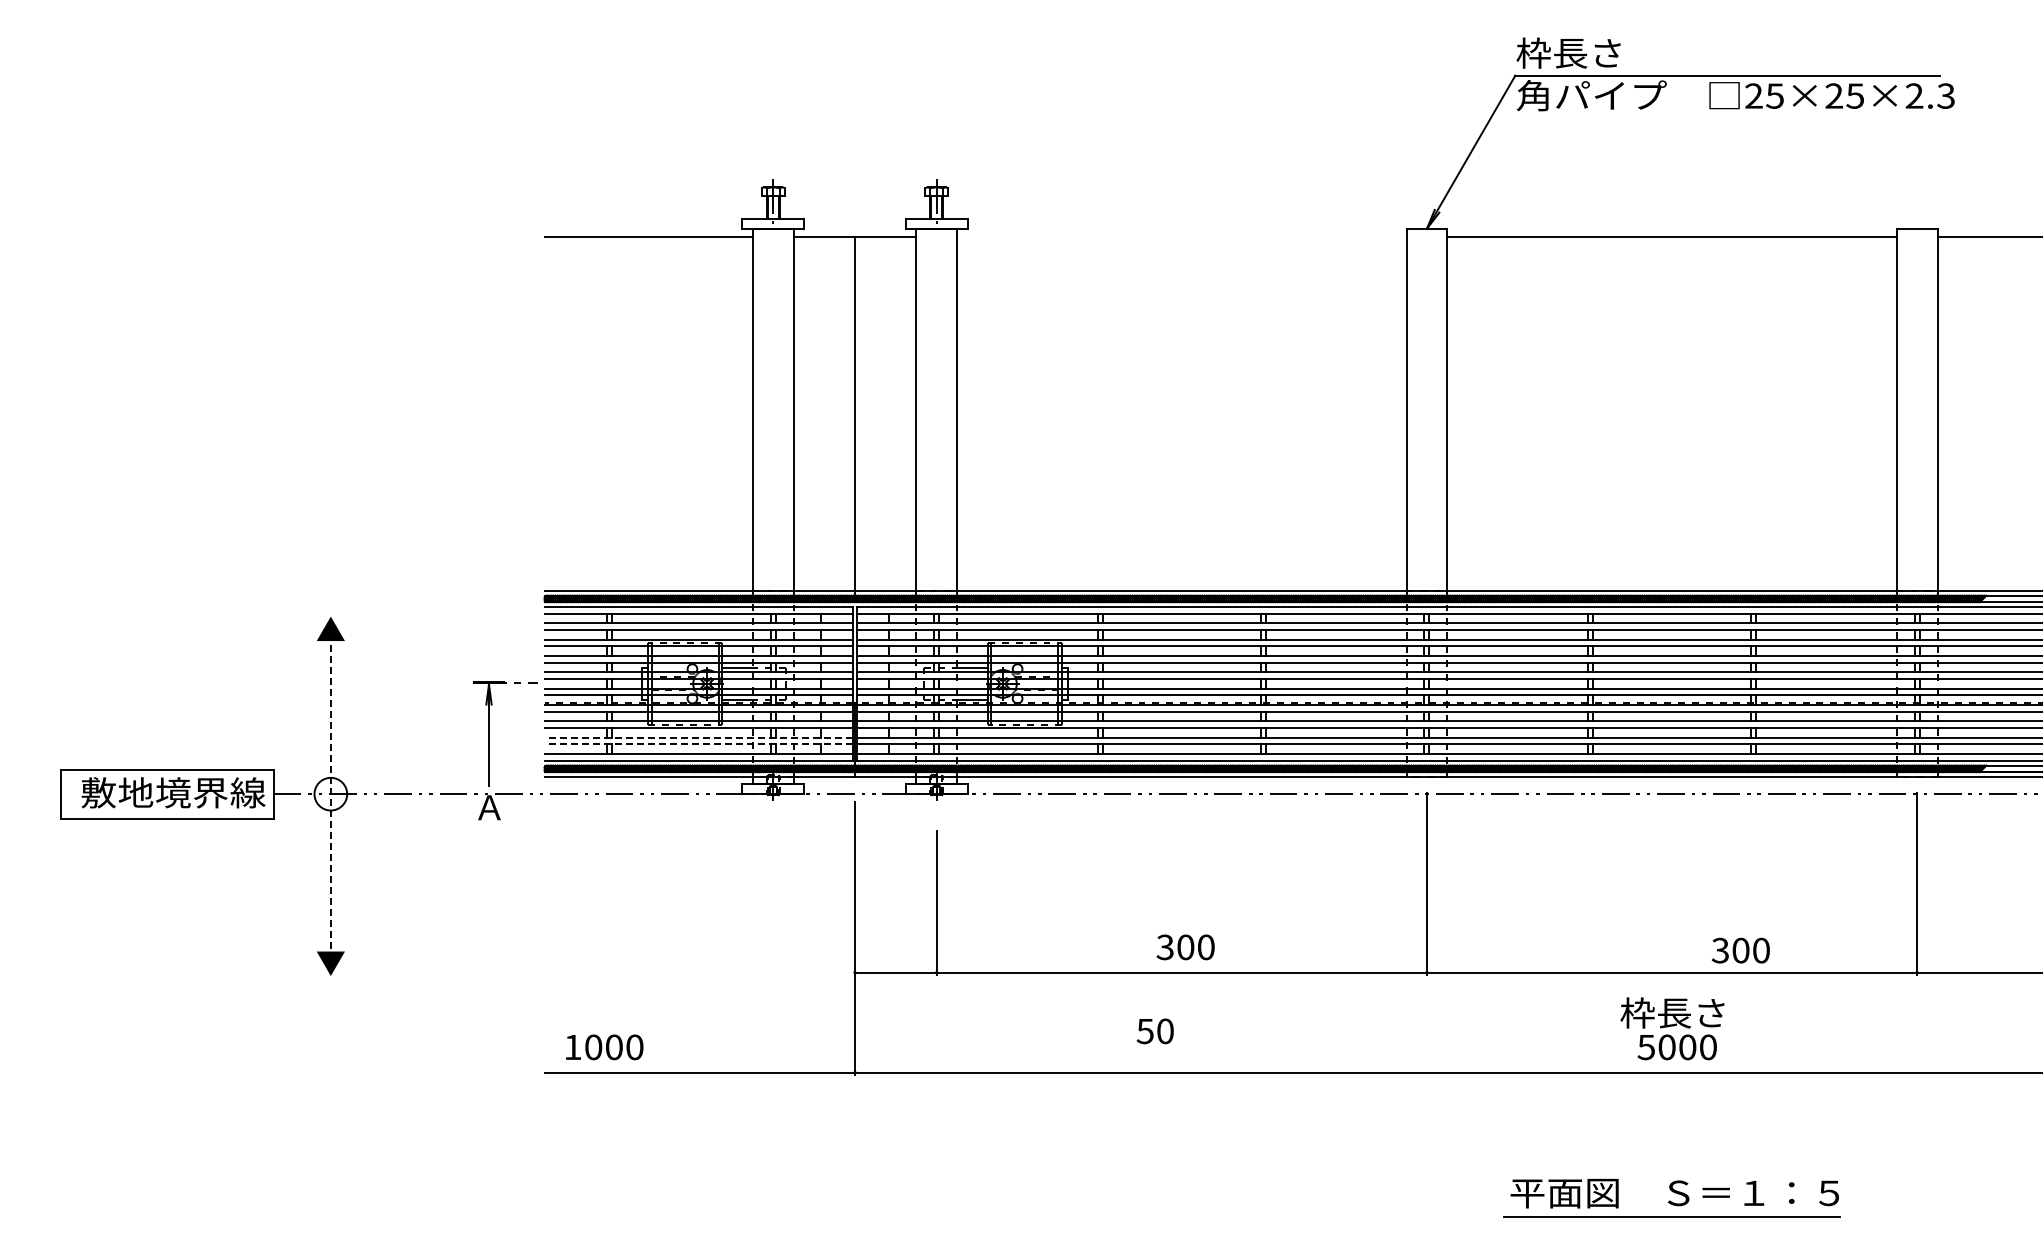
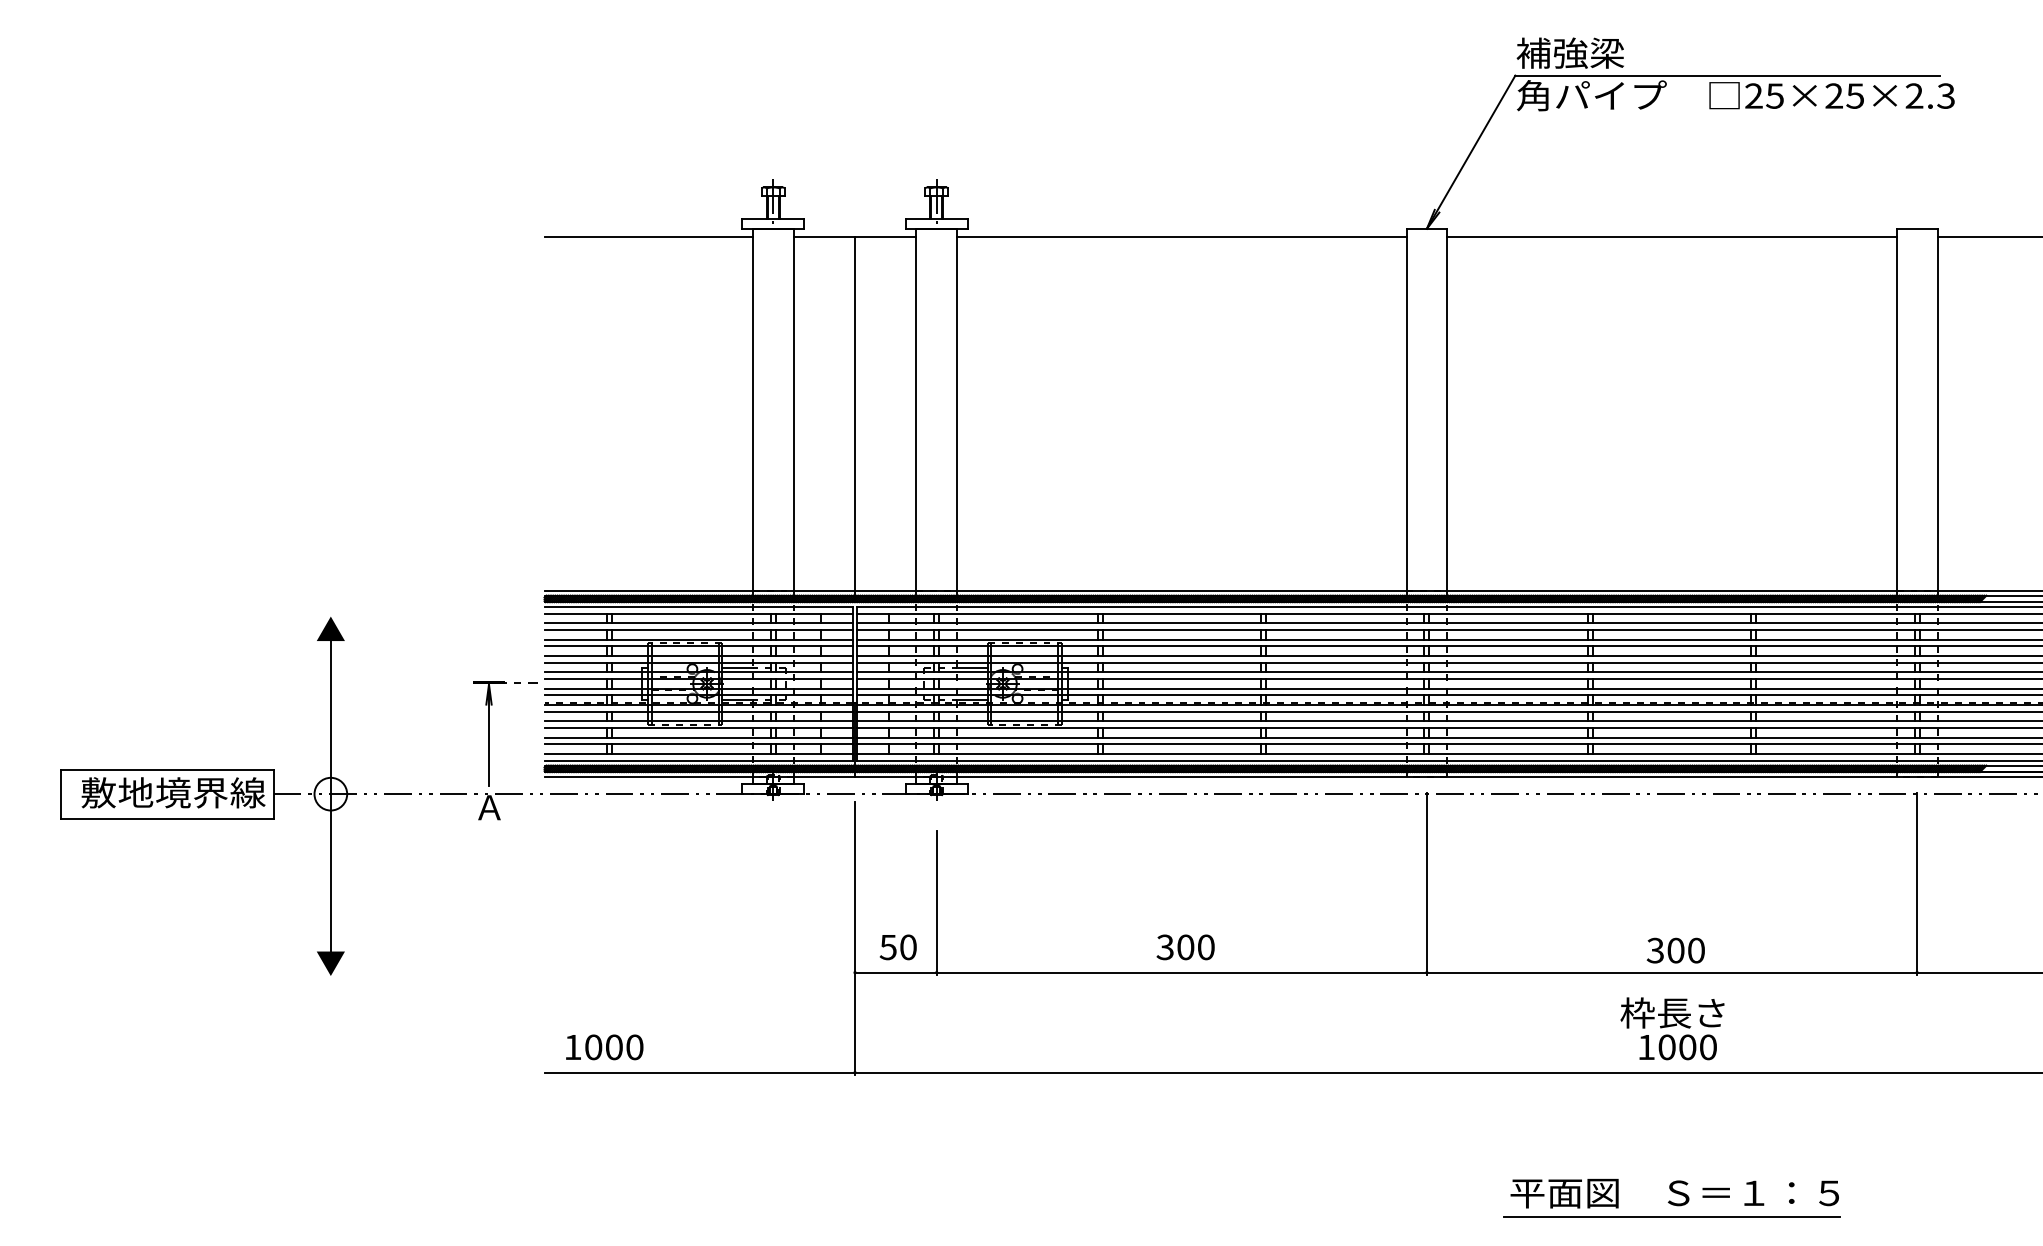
text at (1569, 52): 枠長さ -> 補強梁
line at (1181, 236): none -> present
line at (698, 737): dashed -> solid
line at (698, 744): dashed -> solid
line at (330, 795): dashed -> solid
text at (1740, 950) position: (1740, 950) -> (1675, 950)
text at (1154, 1031) position: (1154, 1031) -> (897, 947)
text at (1645, 1047): 5000 -> 1000
